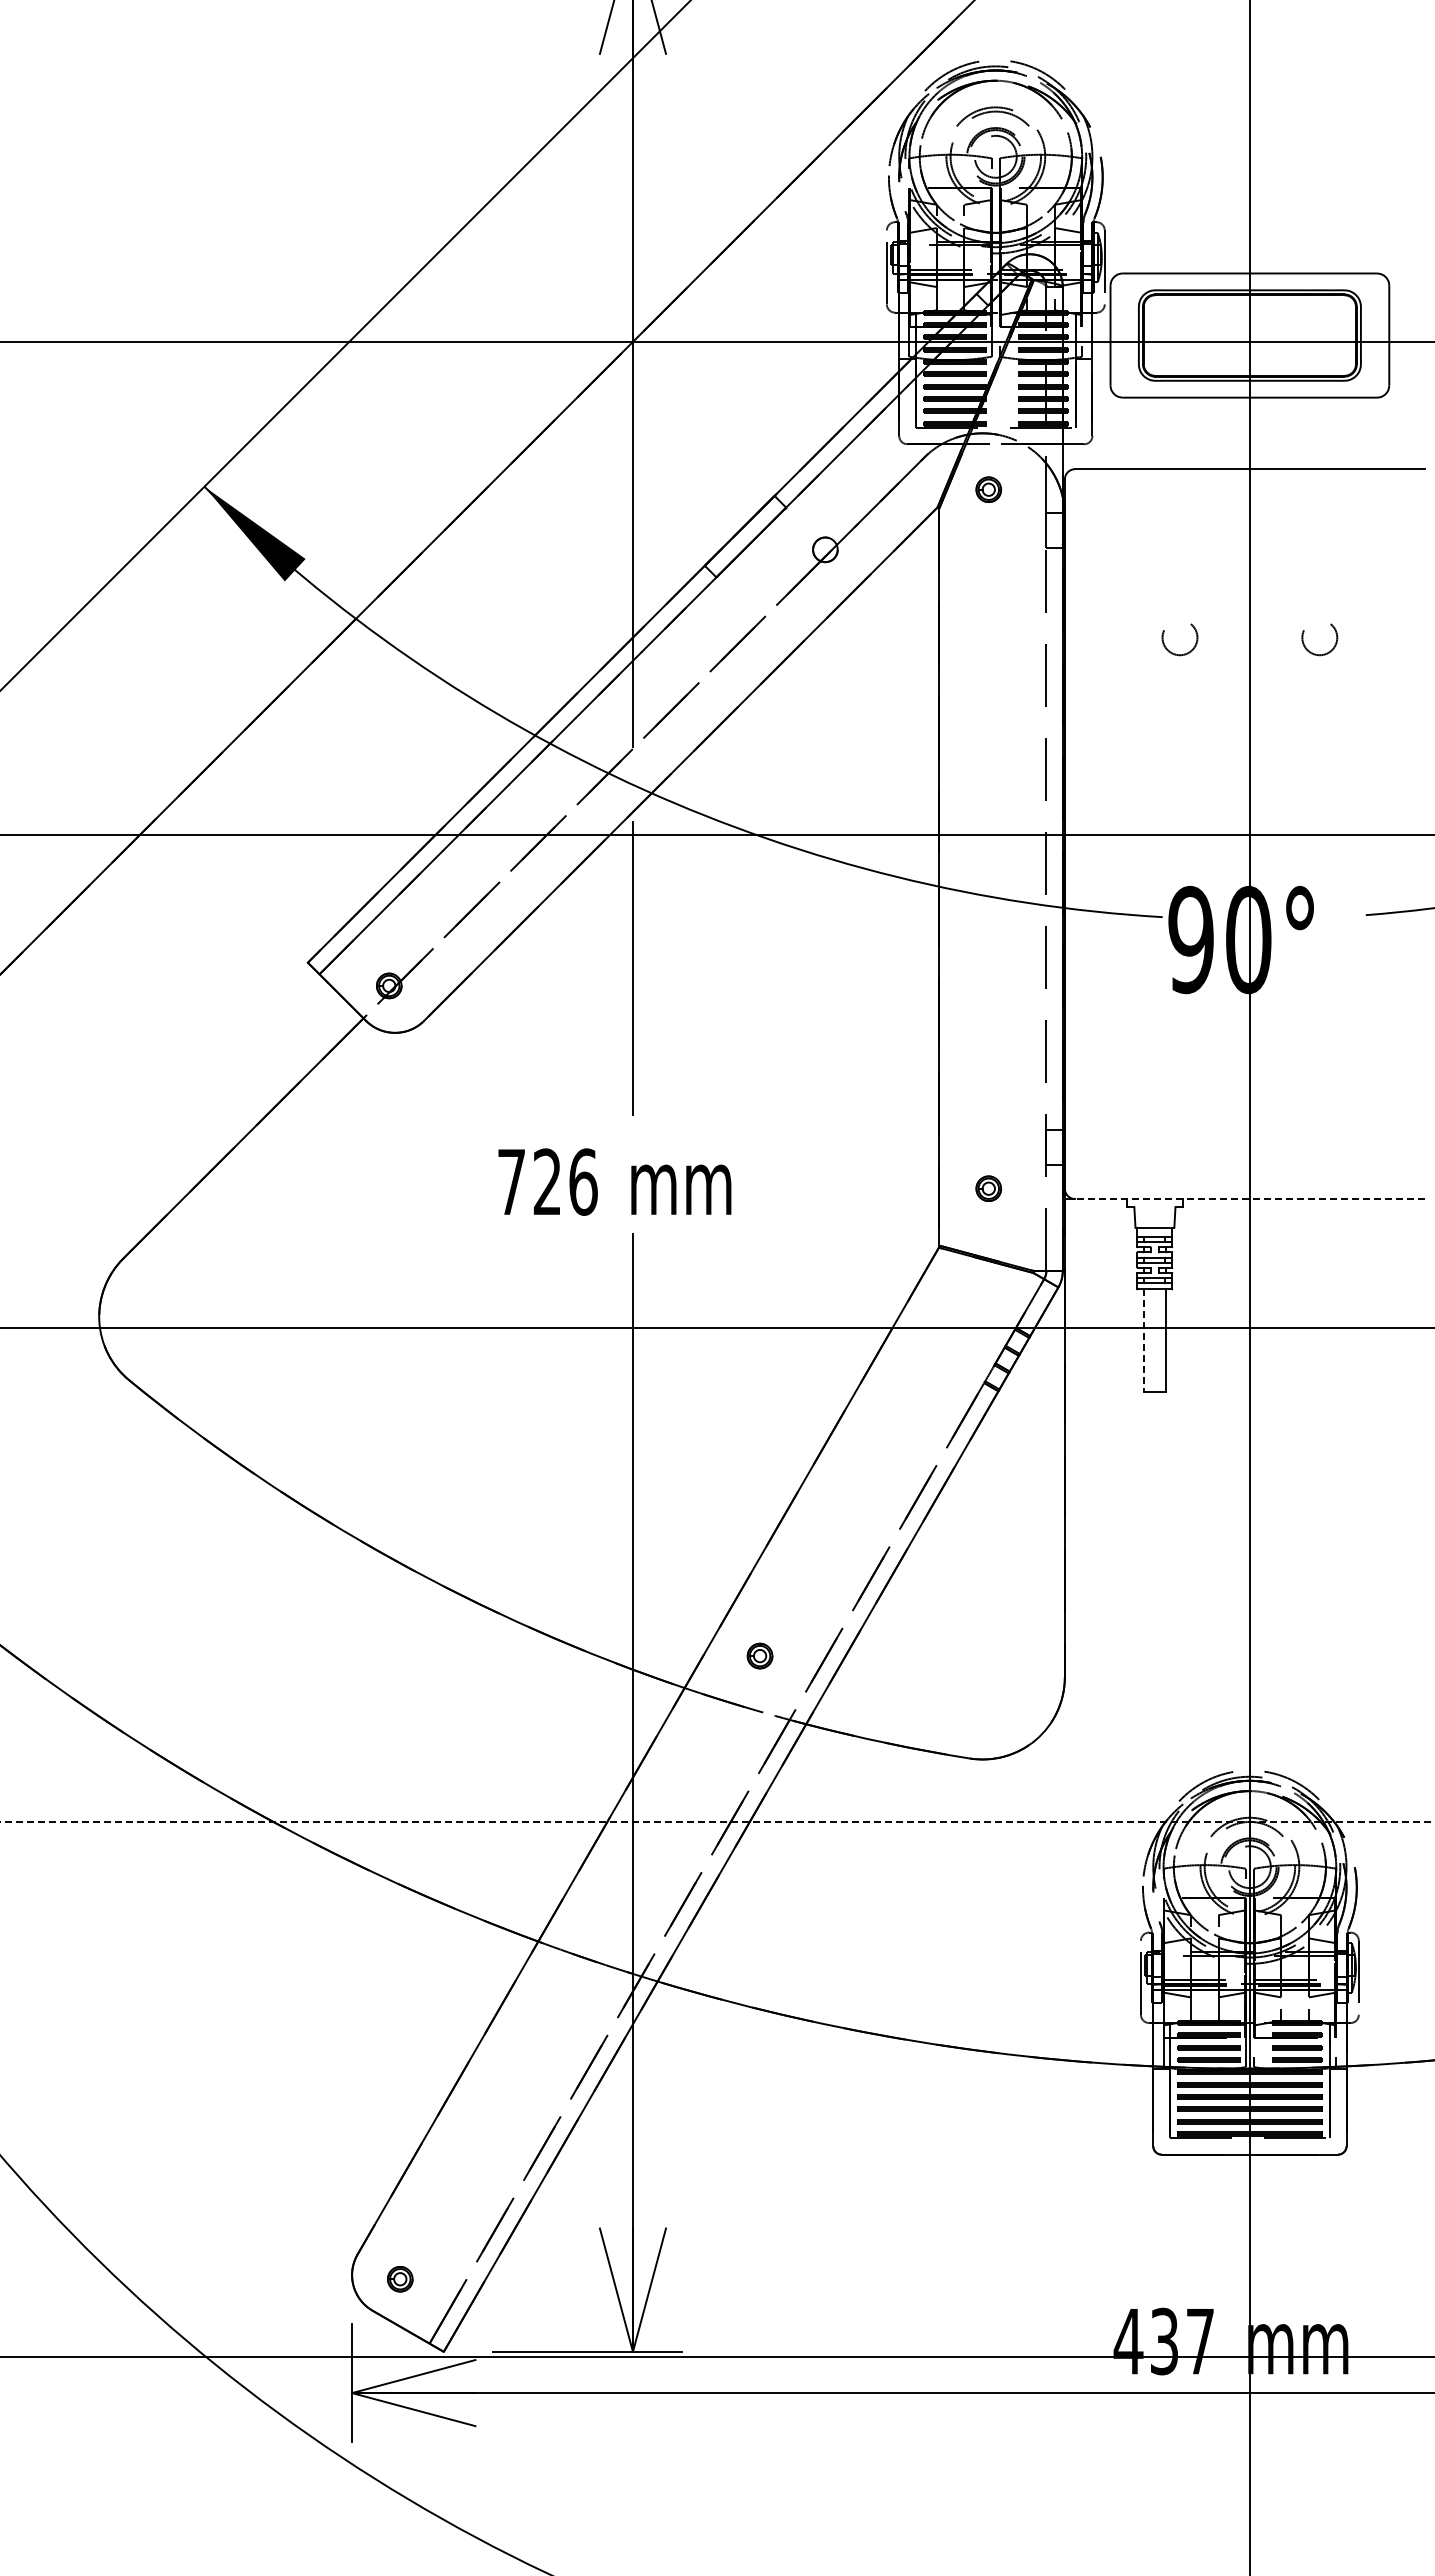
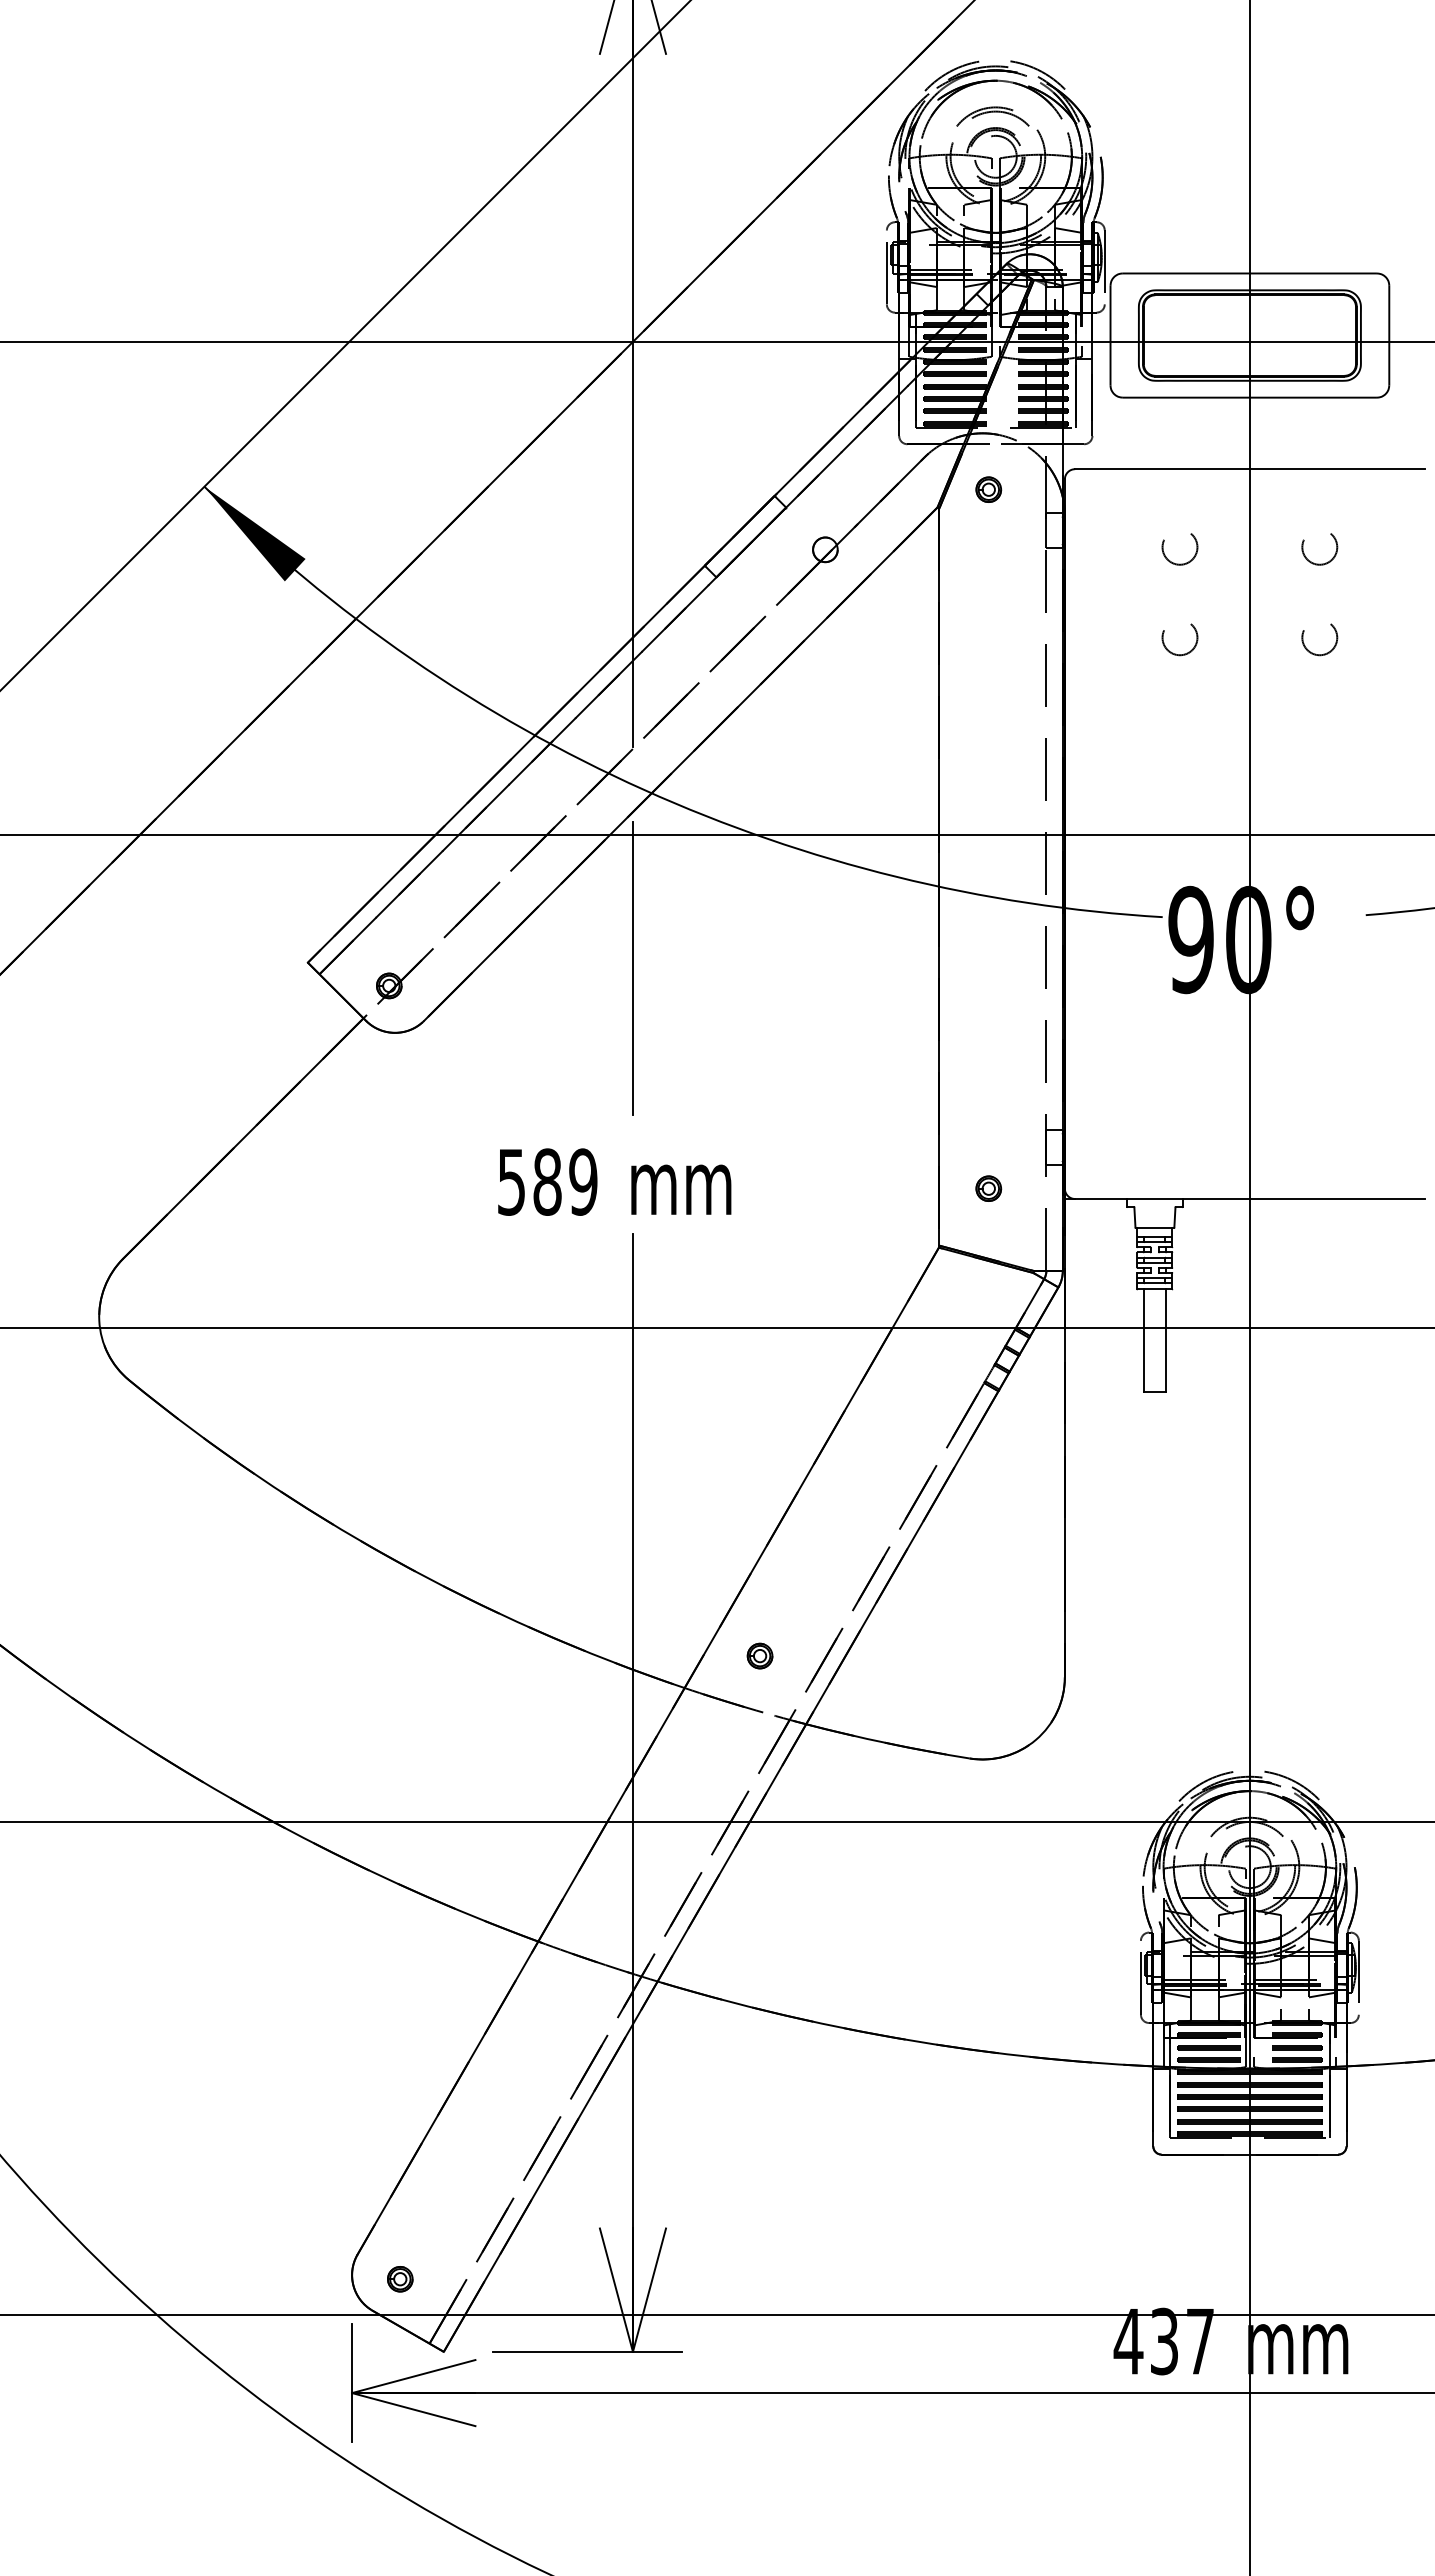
circle at (1179, 549): none -> present
circle at (1319, 549): none -> present
text at (547, 1181): 726 -> 589
line at (1249, 1199): dashed -> solid
line at (1143, 1341): dashed -> solid
line at (717, 1821): dashed -> solid
line at (716, 2357) position: (716, 2357) -> (716, 2315)
